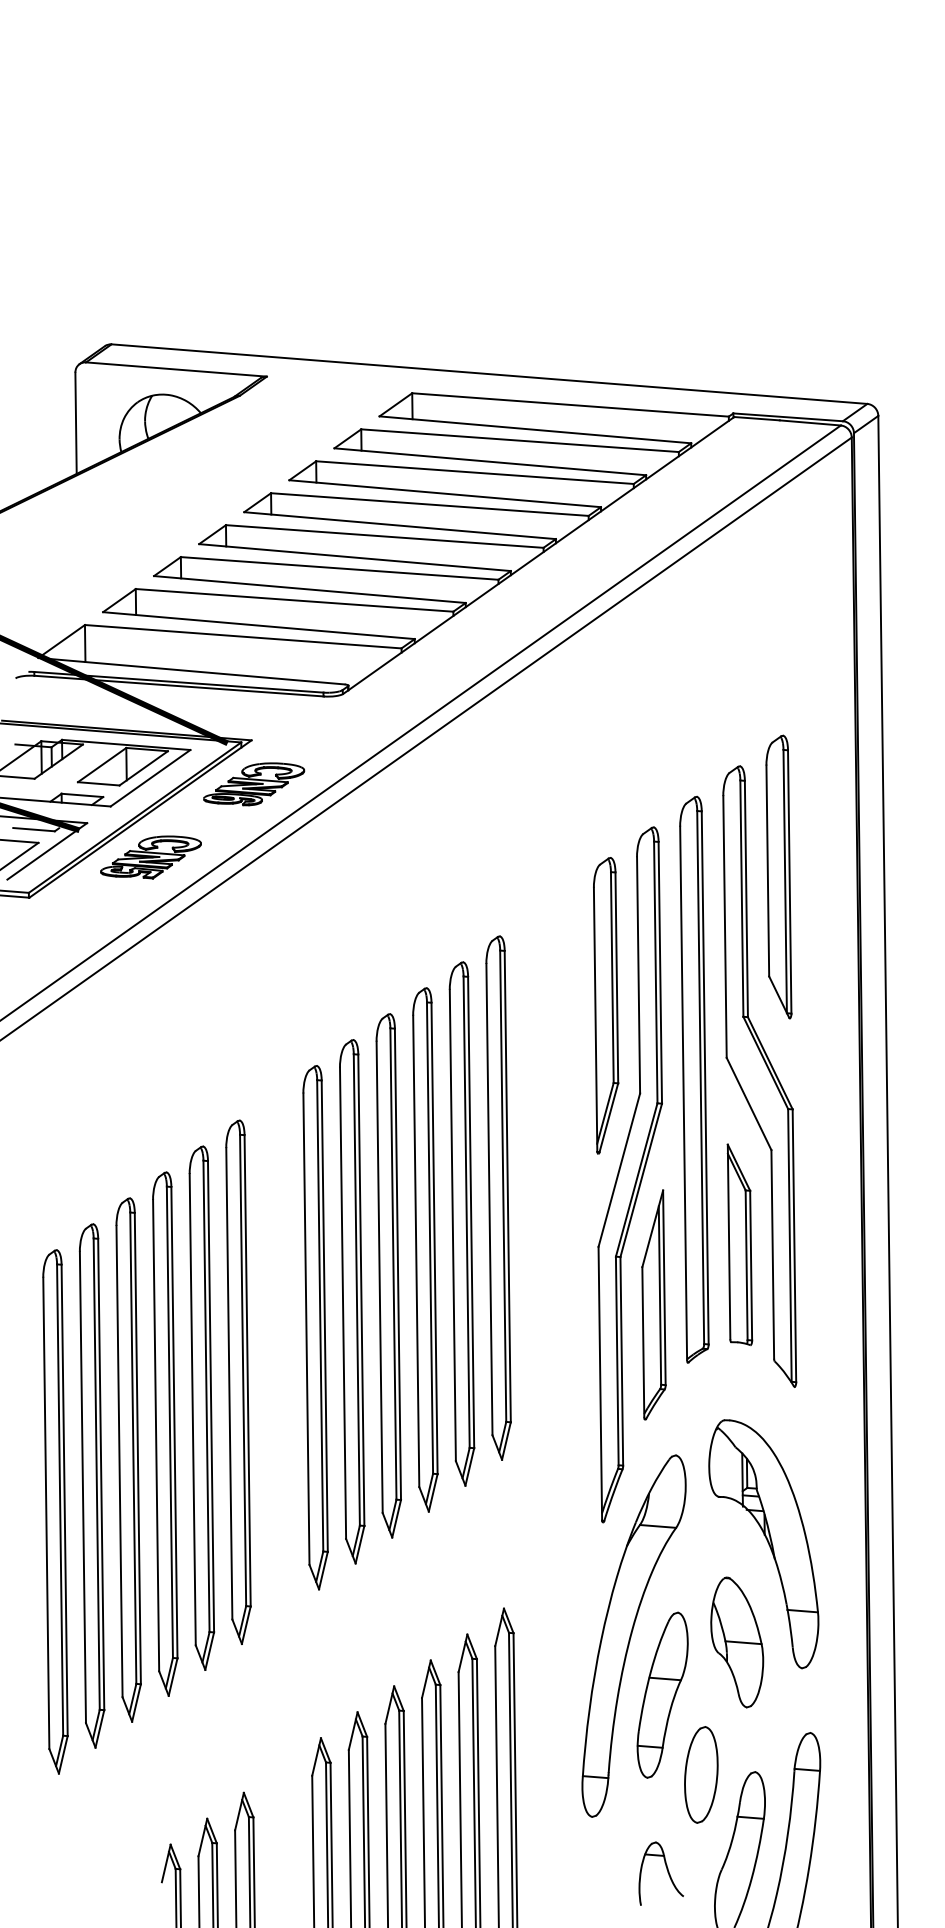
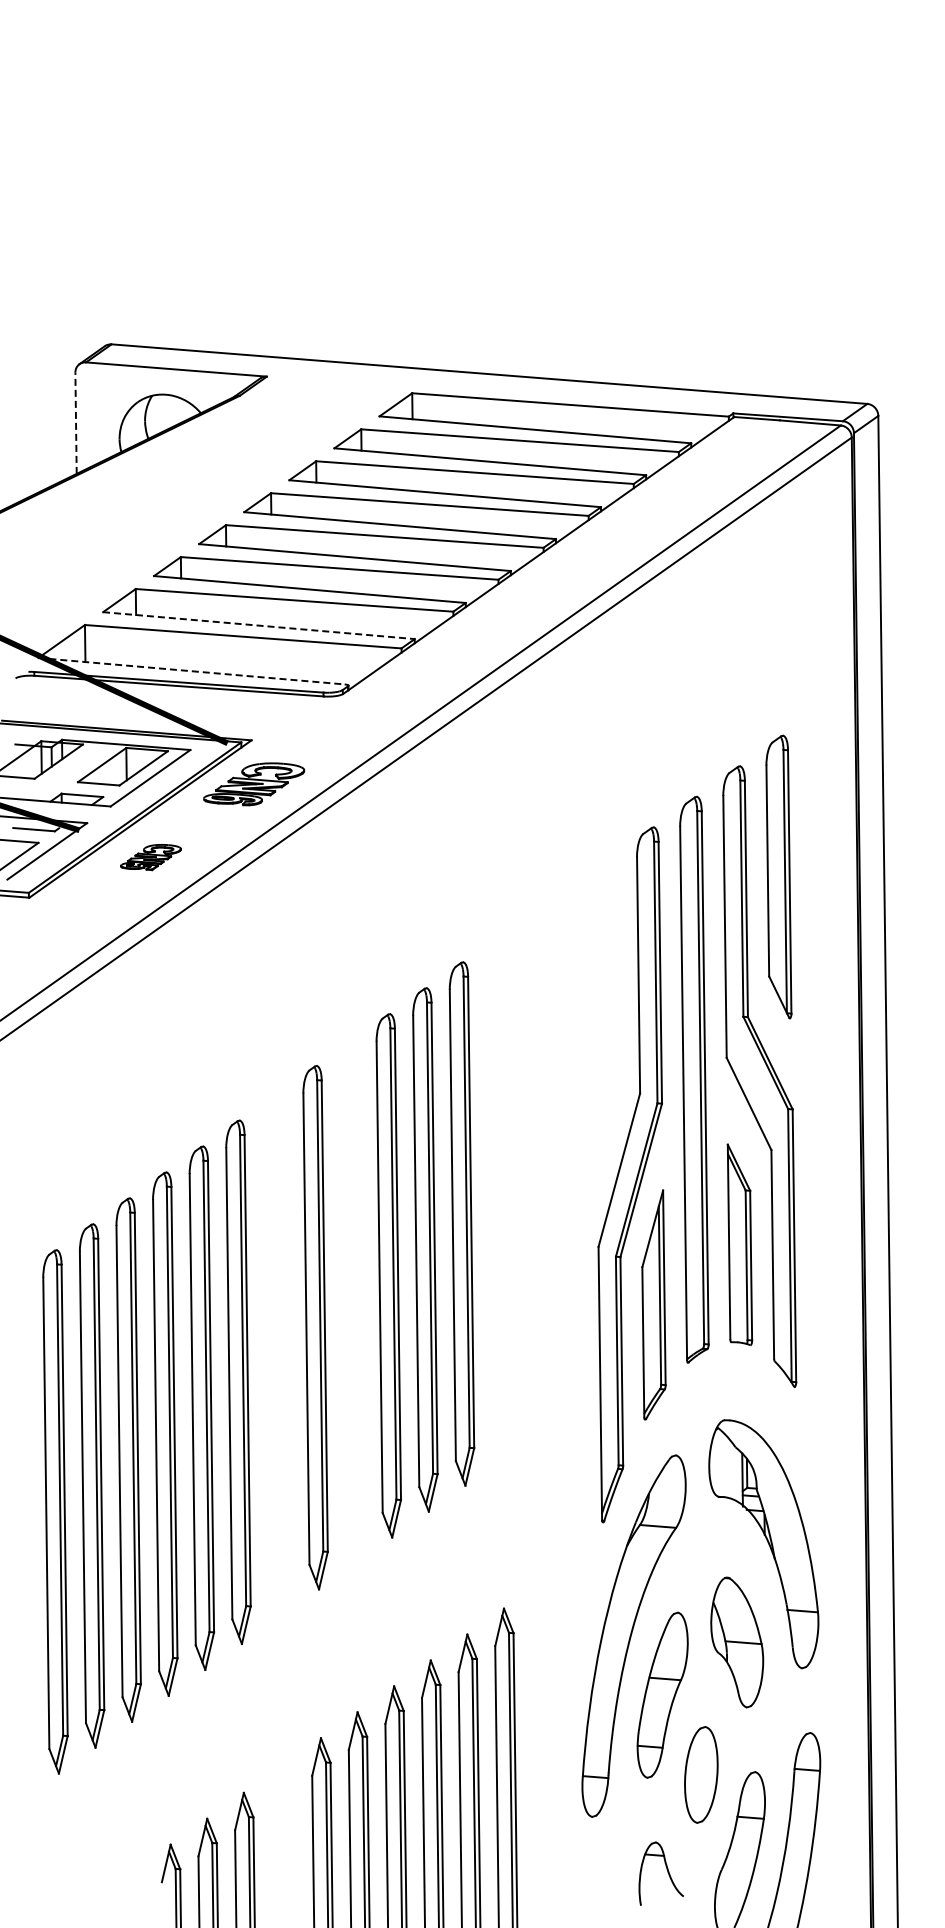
line at (76, 423): solid -> dashed
line at (259, 625): solid -> dashed
line at (191, 671): solid -> dashed
part at (150, 857) size: 102x45 px -> 62x28 px
part at (606, 1005): present -> none
part at (498, 1197): present -> none
part at (352, 1301): present -> none
